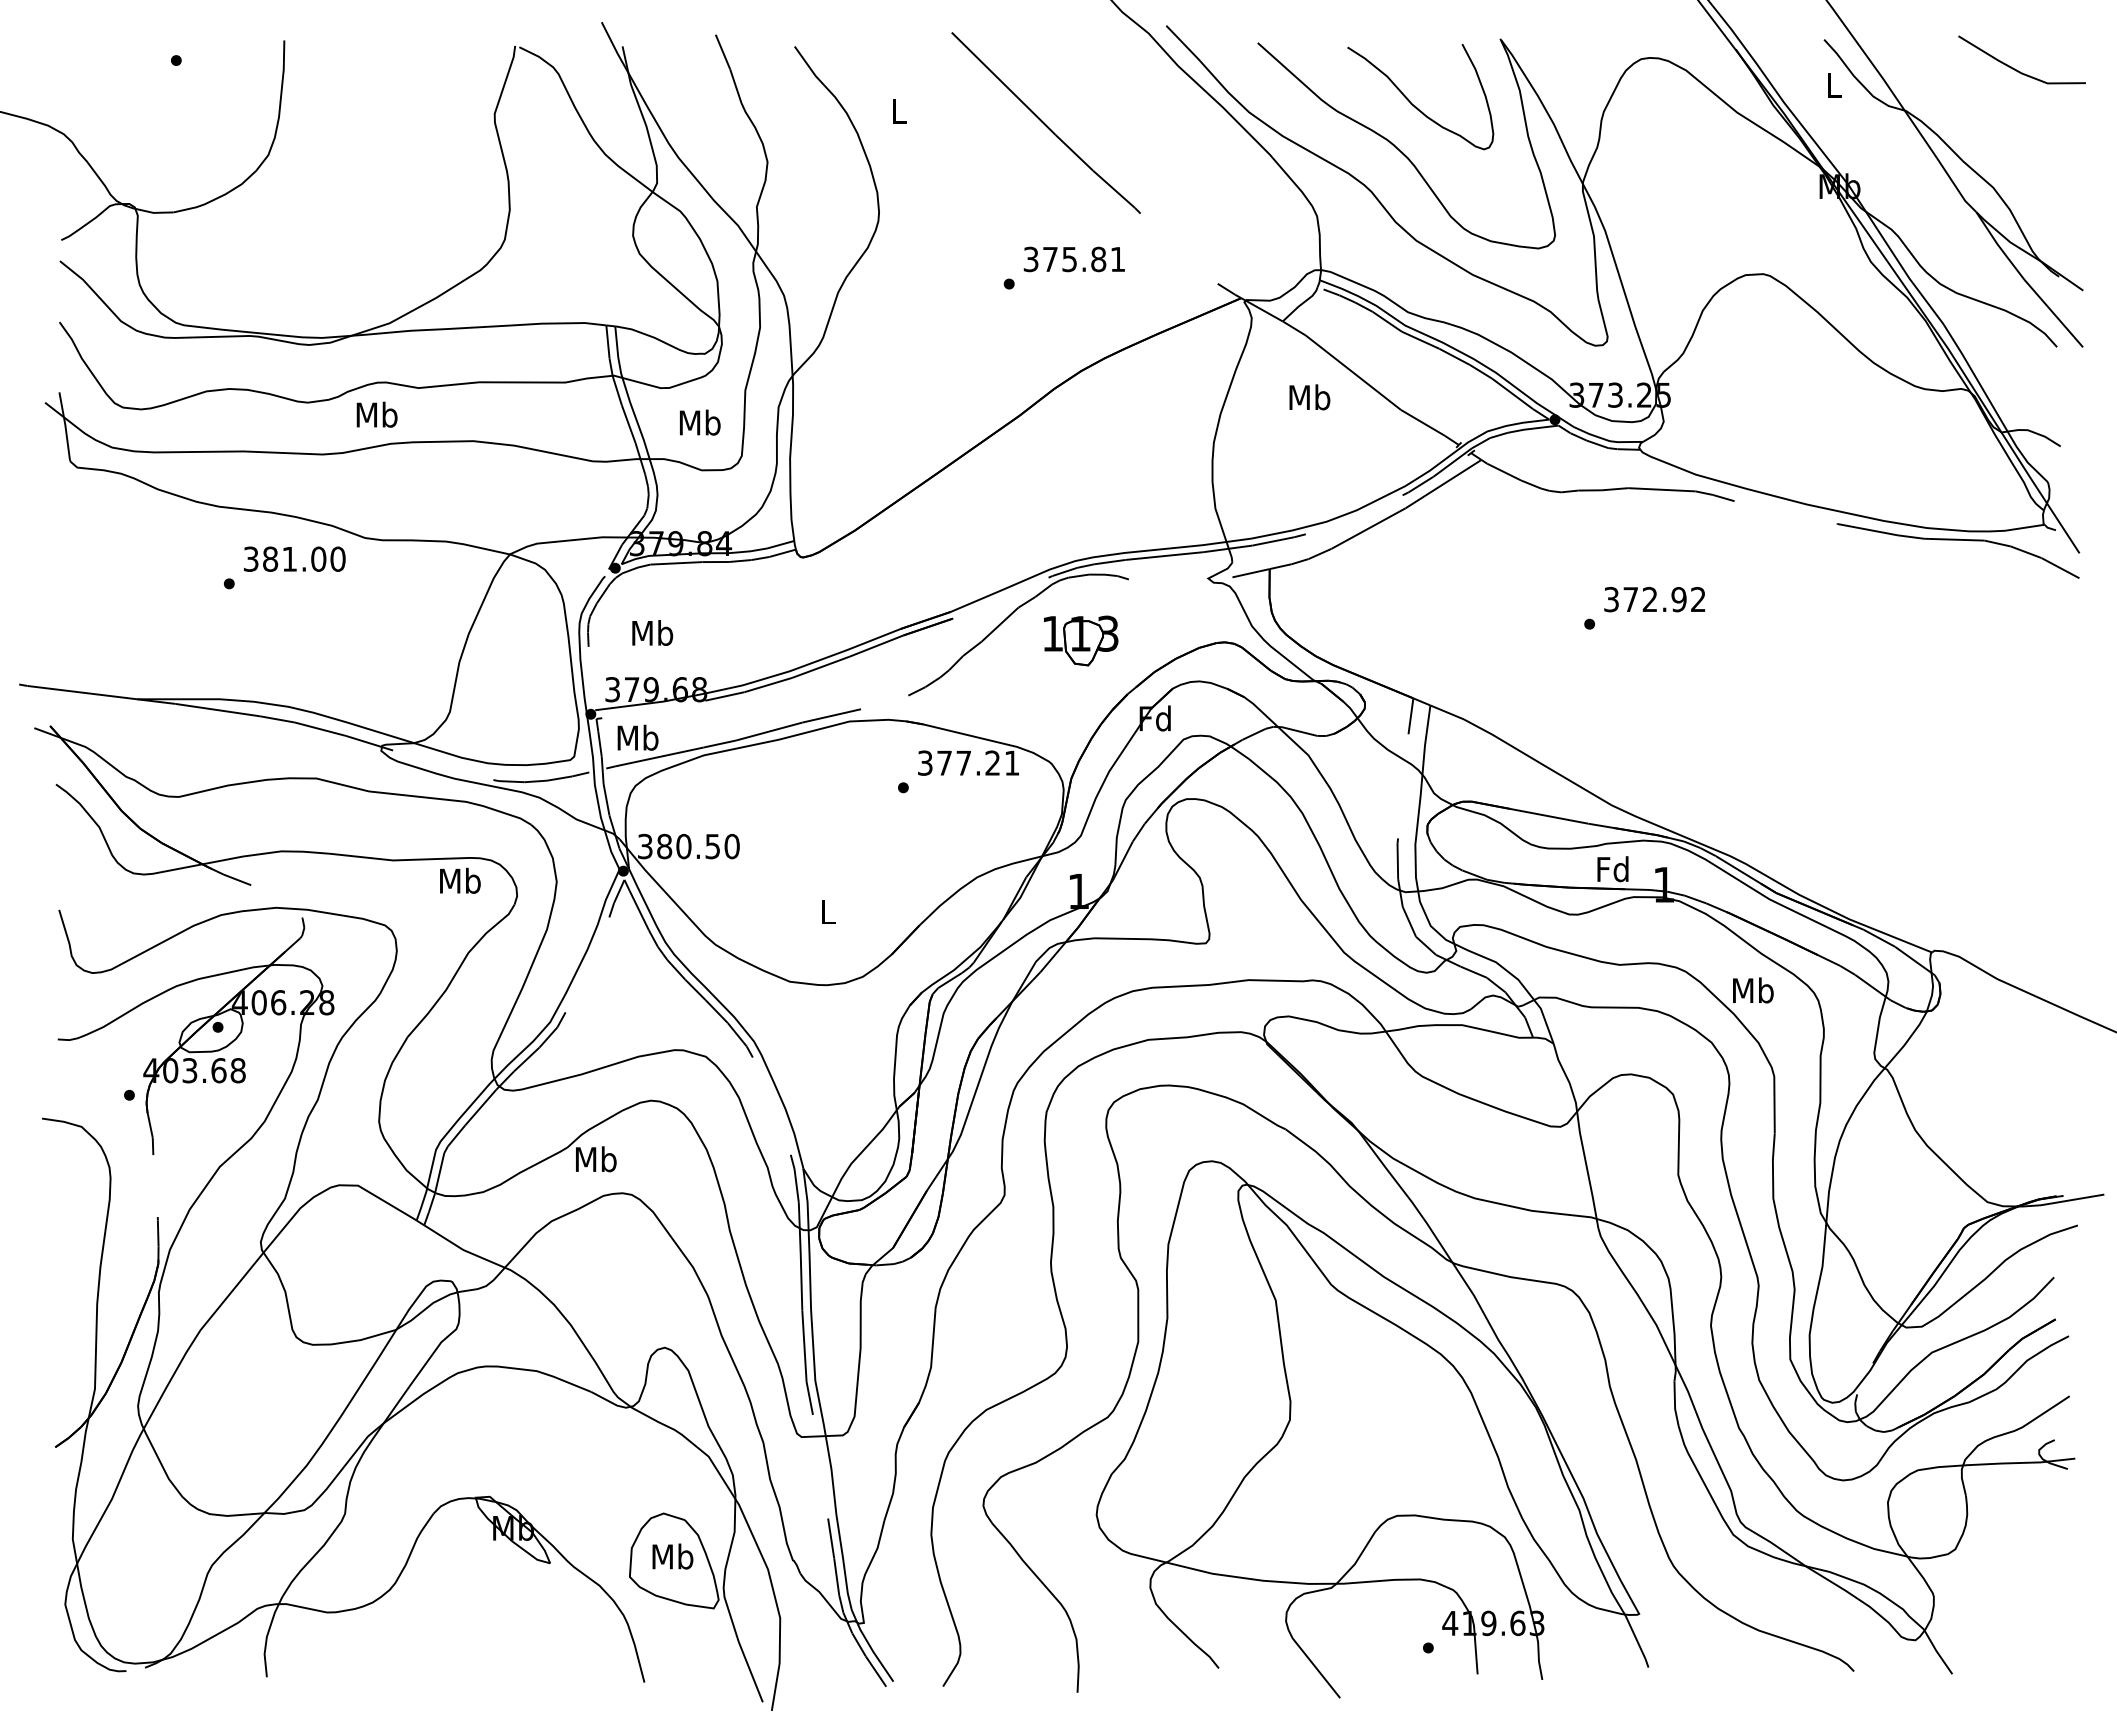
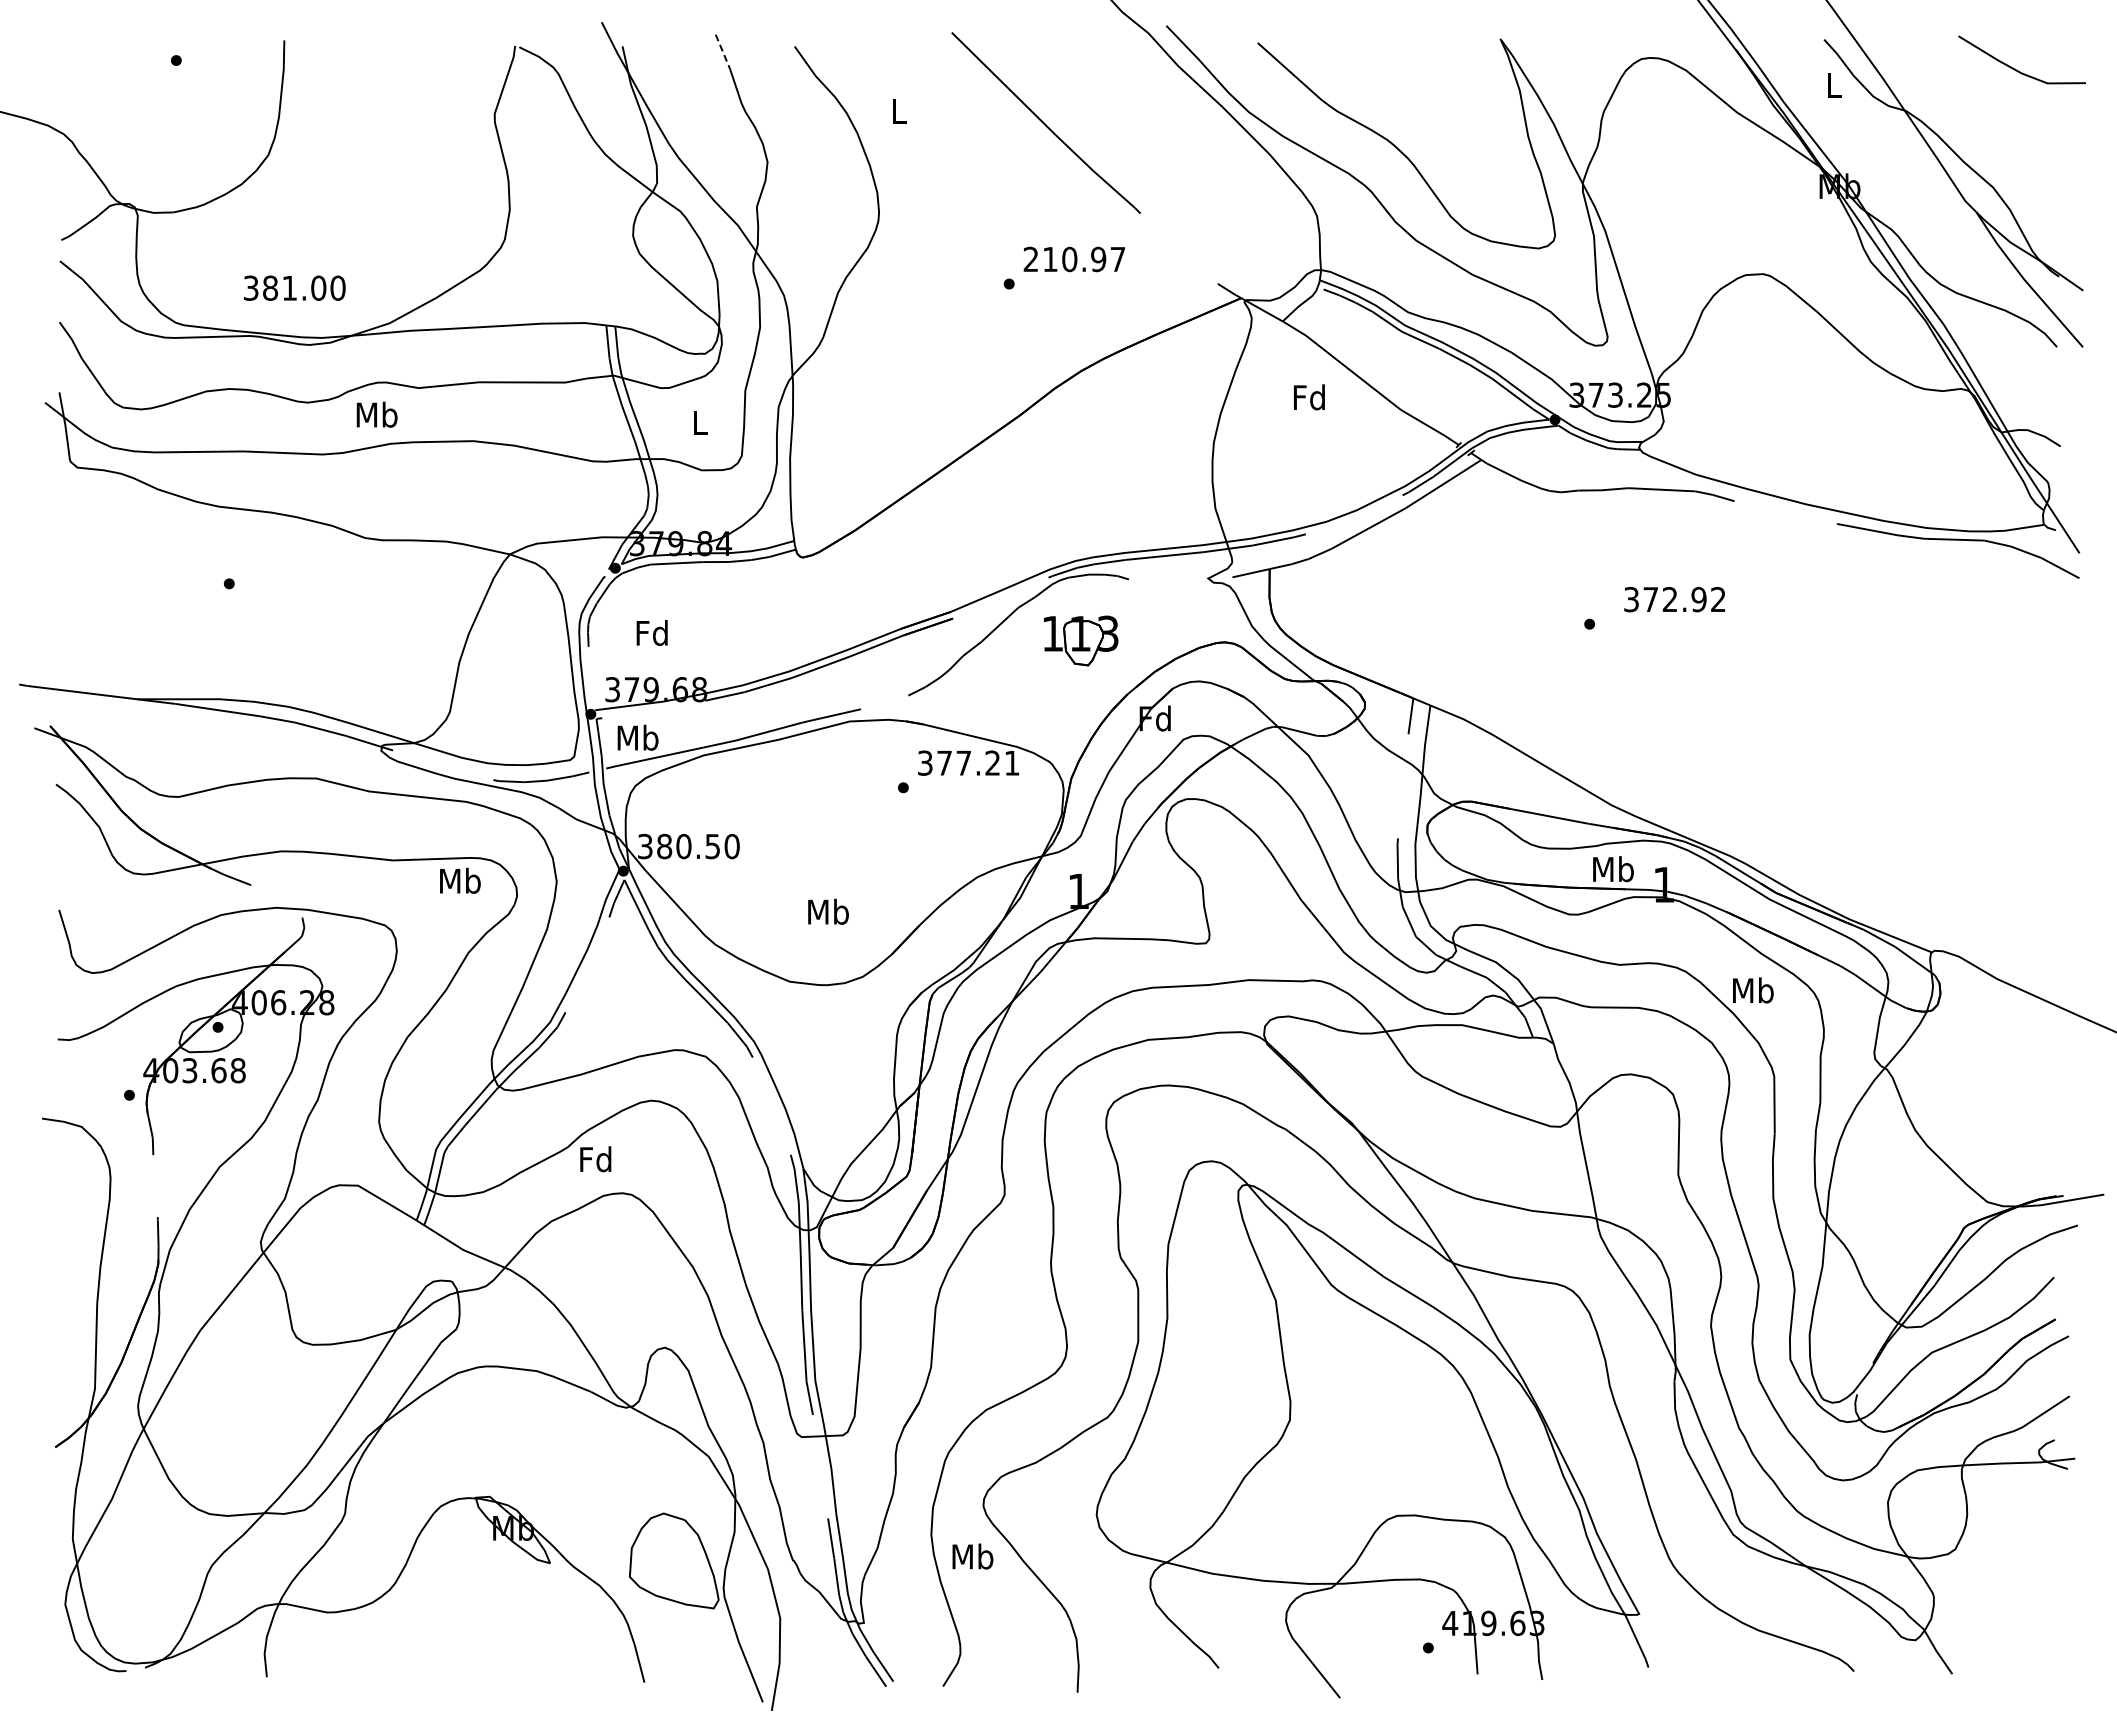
line at (722, 52): solid -> dashed
curve at (1415, 105): present -> none
text at (1074, 259): 375.81 -> 210.97
text at (1309, 397): Mb -> Fd
text at (699, 422): Mb -> L
text at (294, 558) position: (294, 558) -> (294, 287)
text at (1654, 599) position: (1654, 599) -> (1674, 599)
text at (652, 632): Mb -> Fd
text at (1613, 869): Fd -> Mb
text at (828, 911): L -> Mb
text at (596, 1159): Mb -> Fd
text at (672, 1556) position: (672, 1556) -> (972, 1556)
